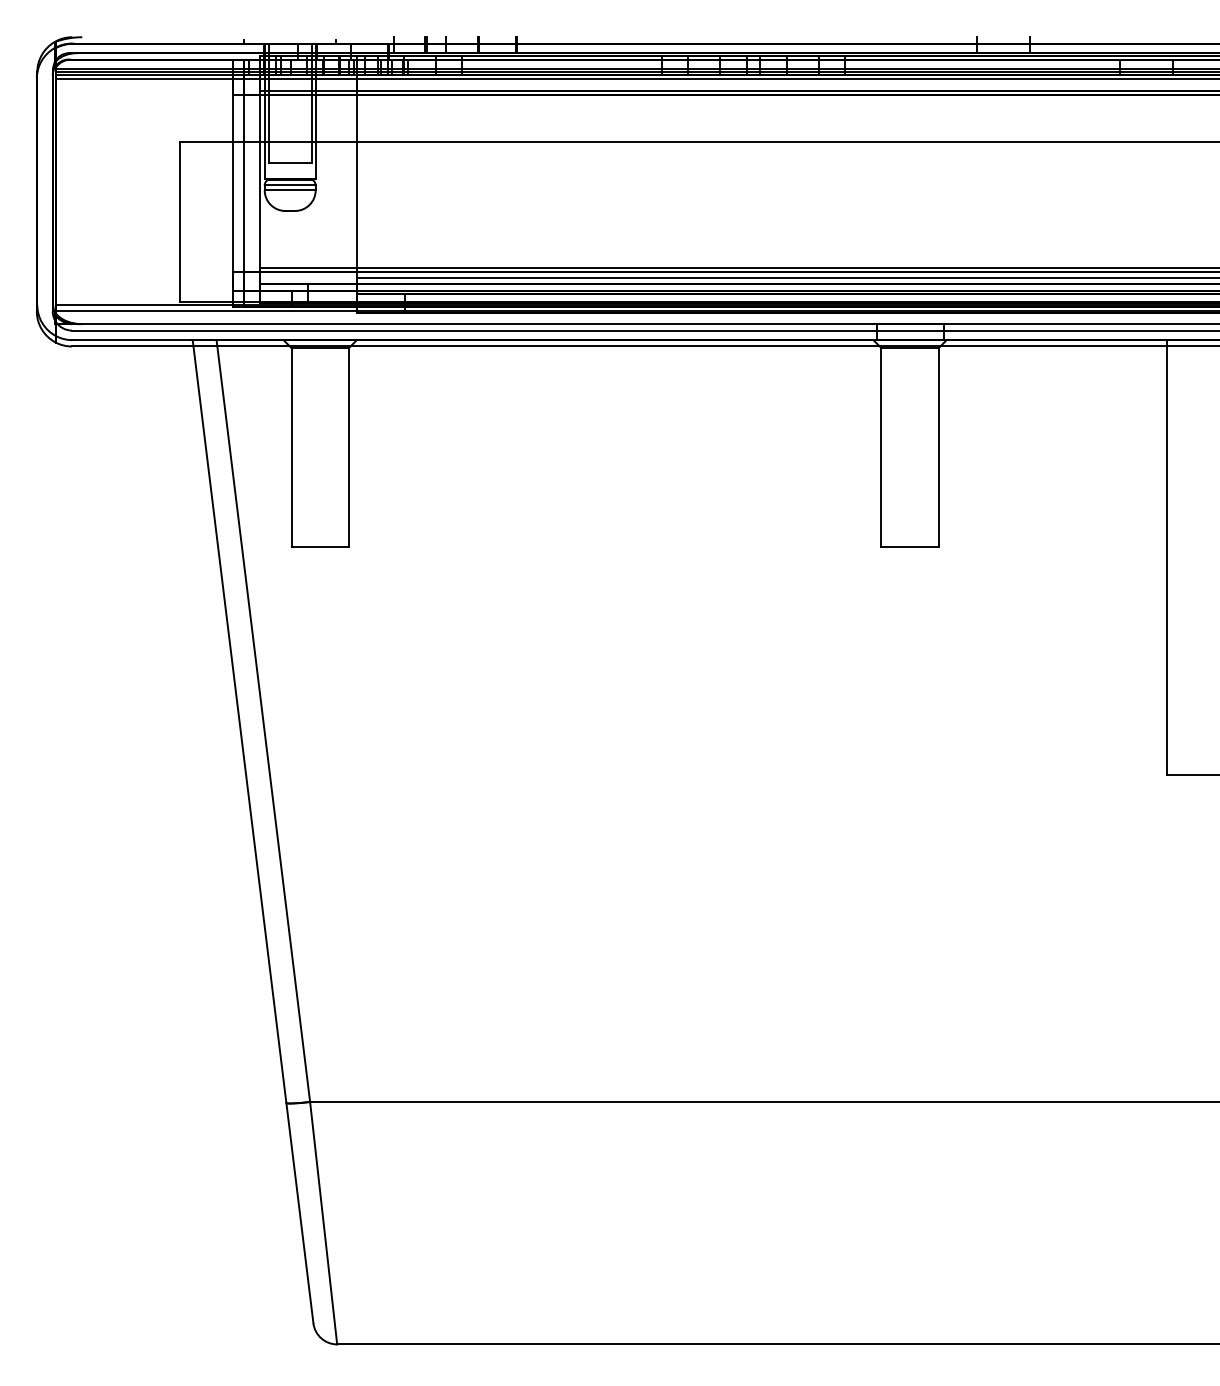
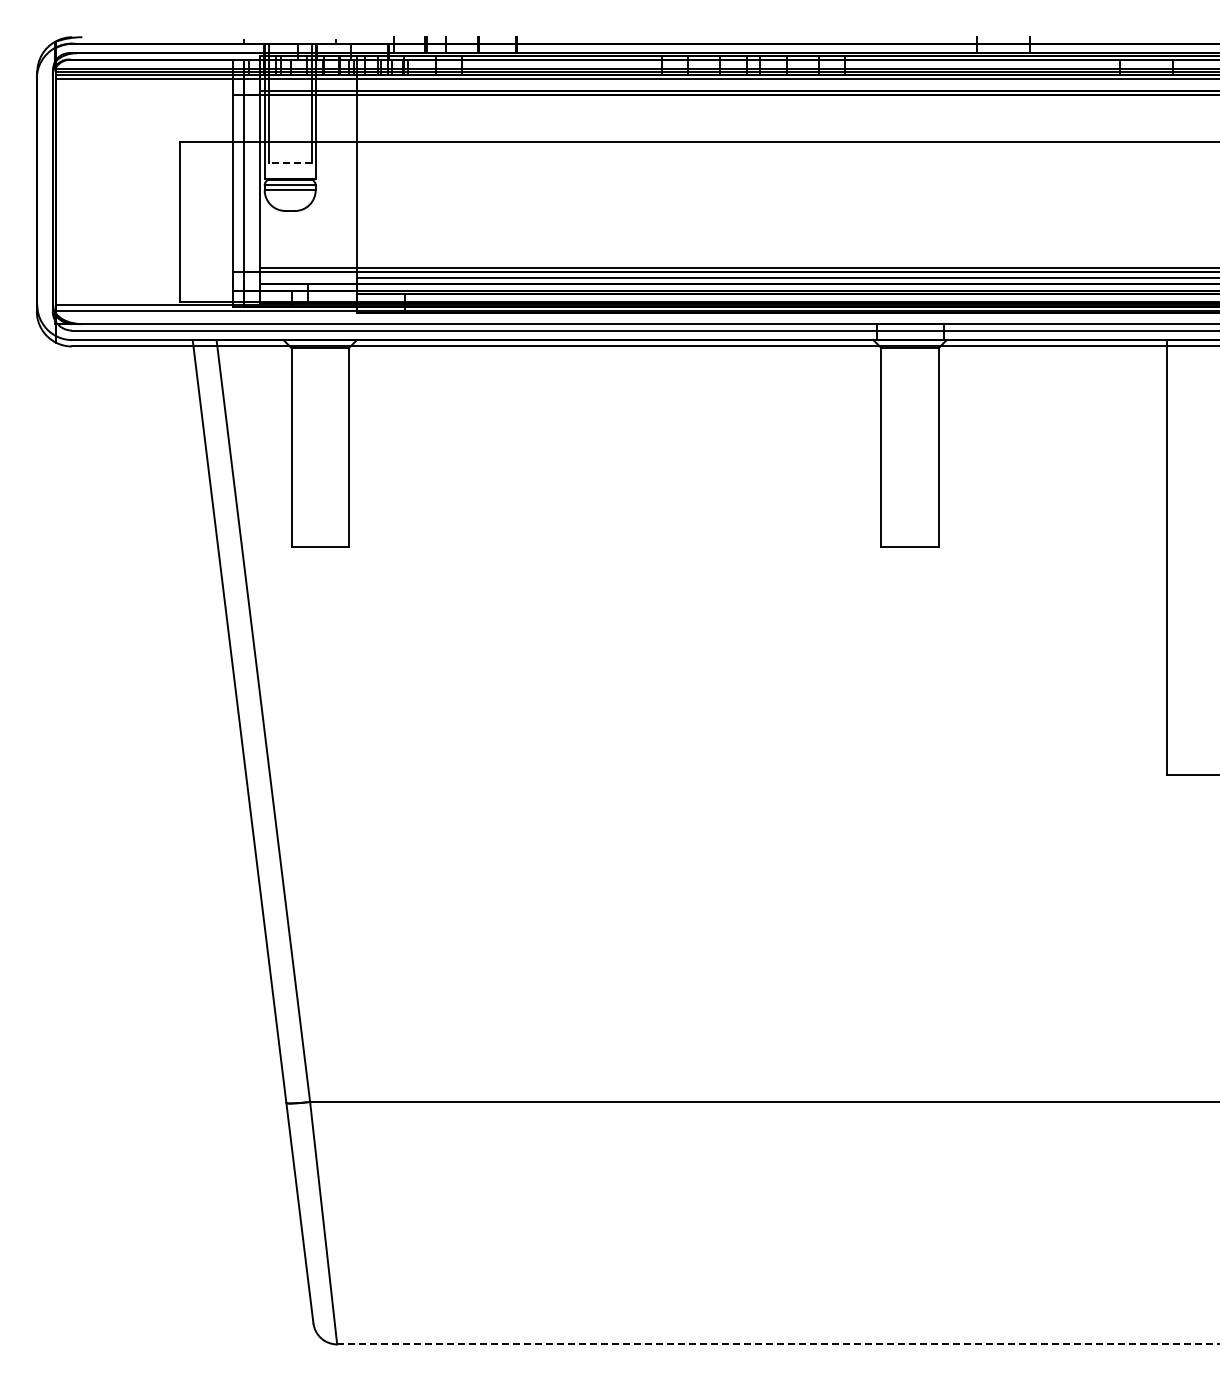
line at (290, 163): solid -> dashed
line at (779, 1344): solid -> dashed
